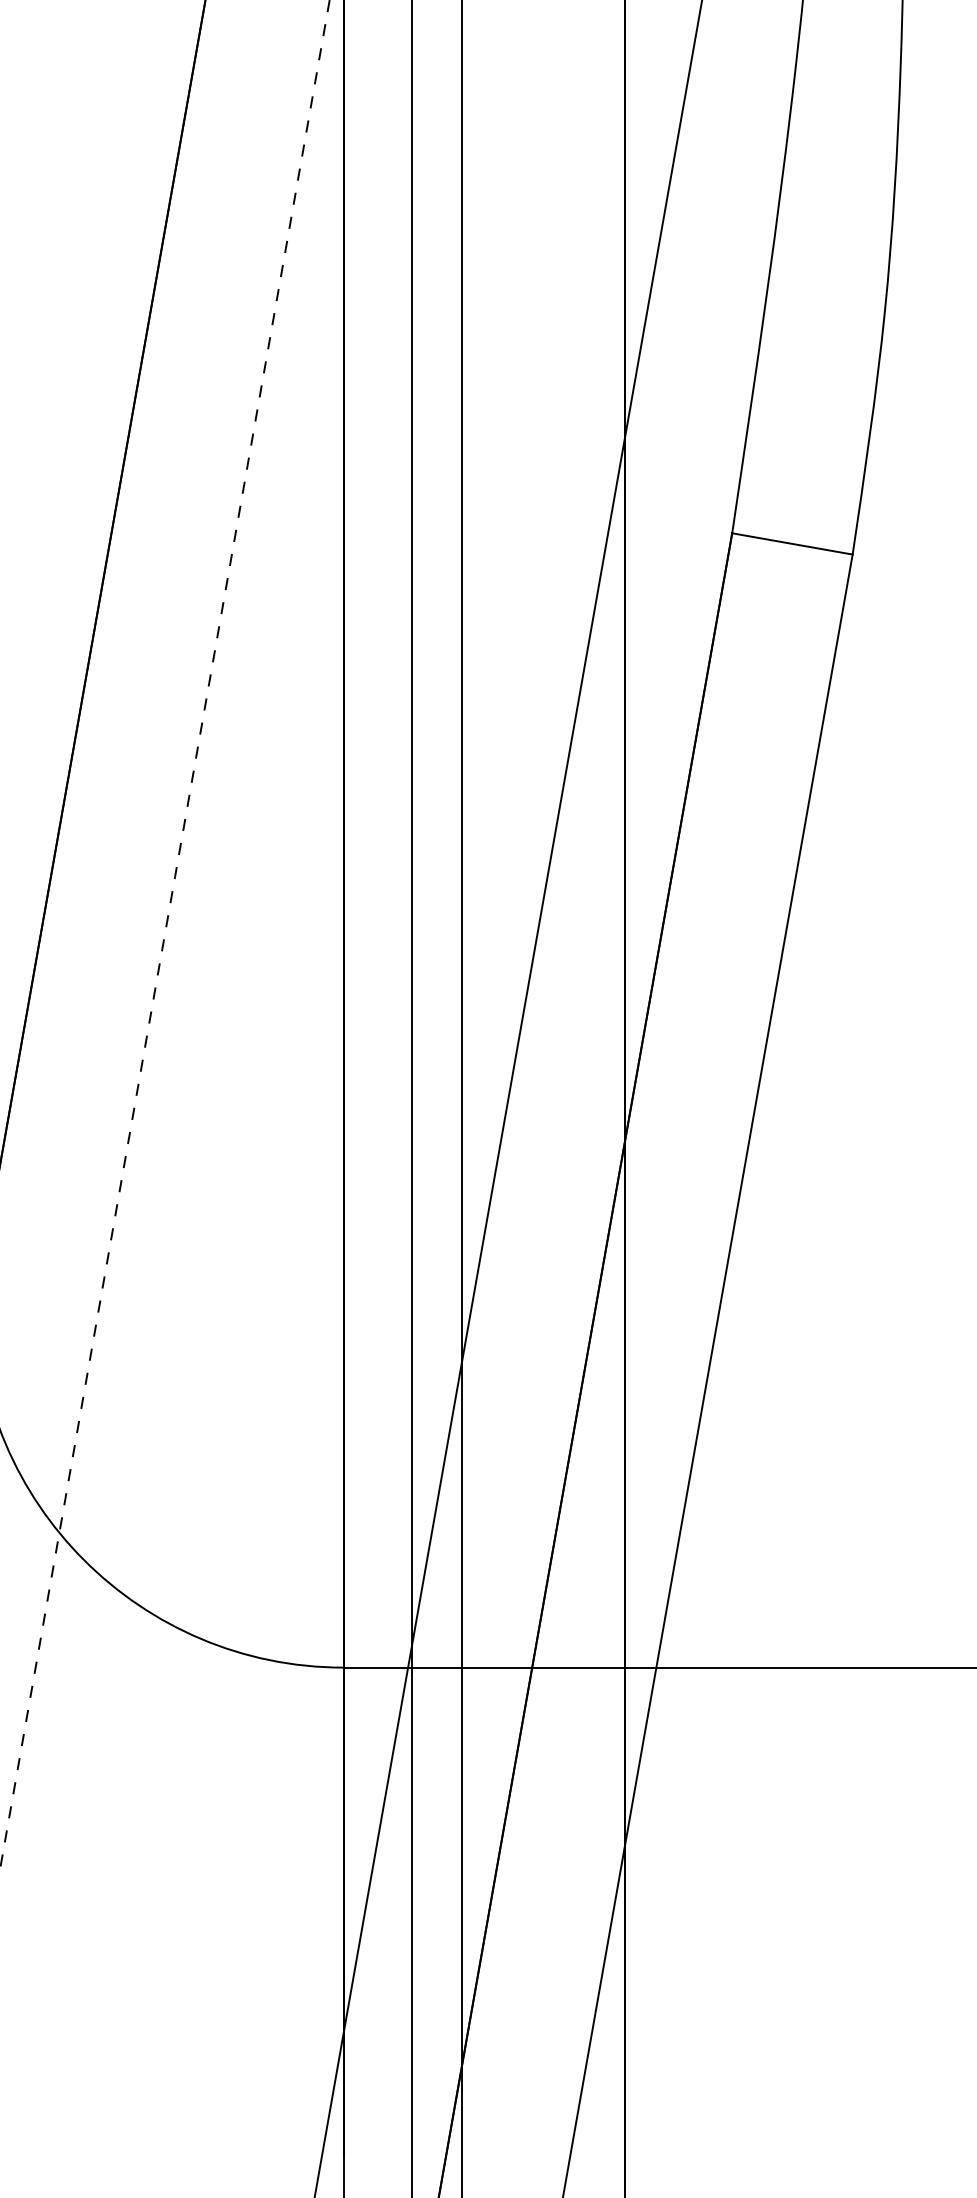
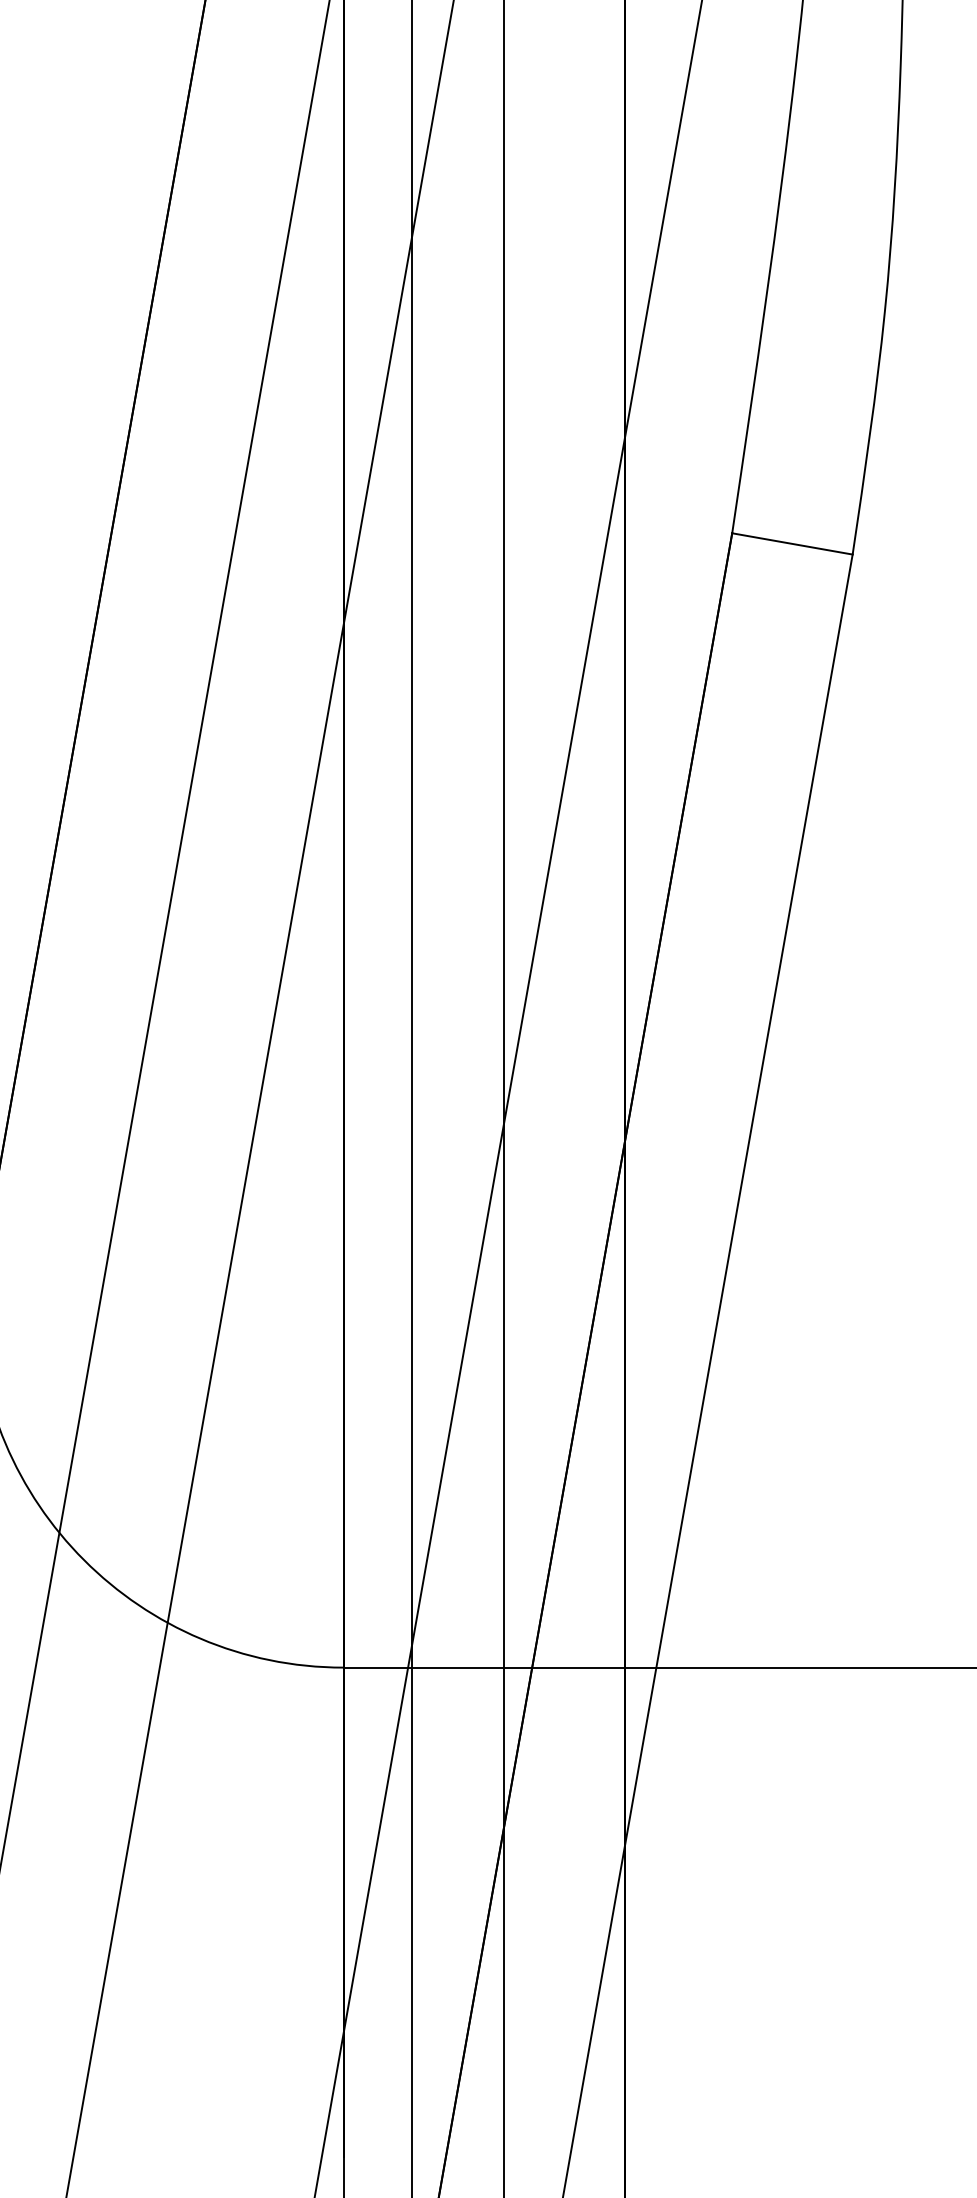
line at (164, 934): dashed -> solid
line at (259, 1098): none -> present
line at (462, 1098) position: (462, 1098) -> (504, 1098)
